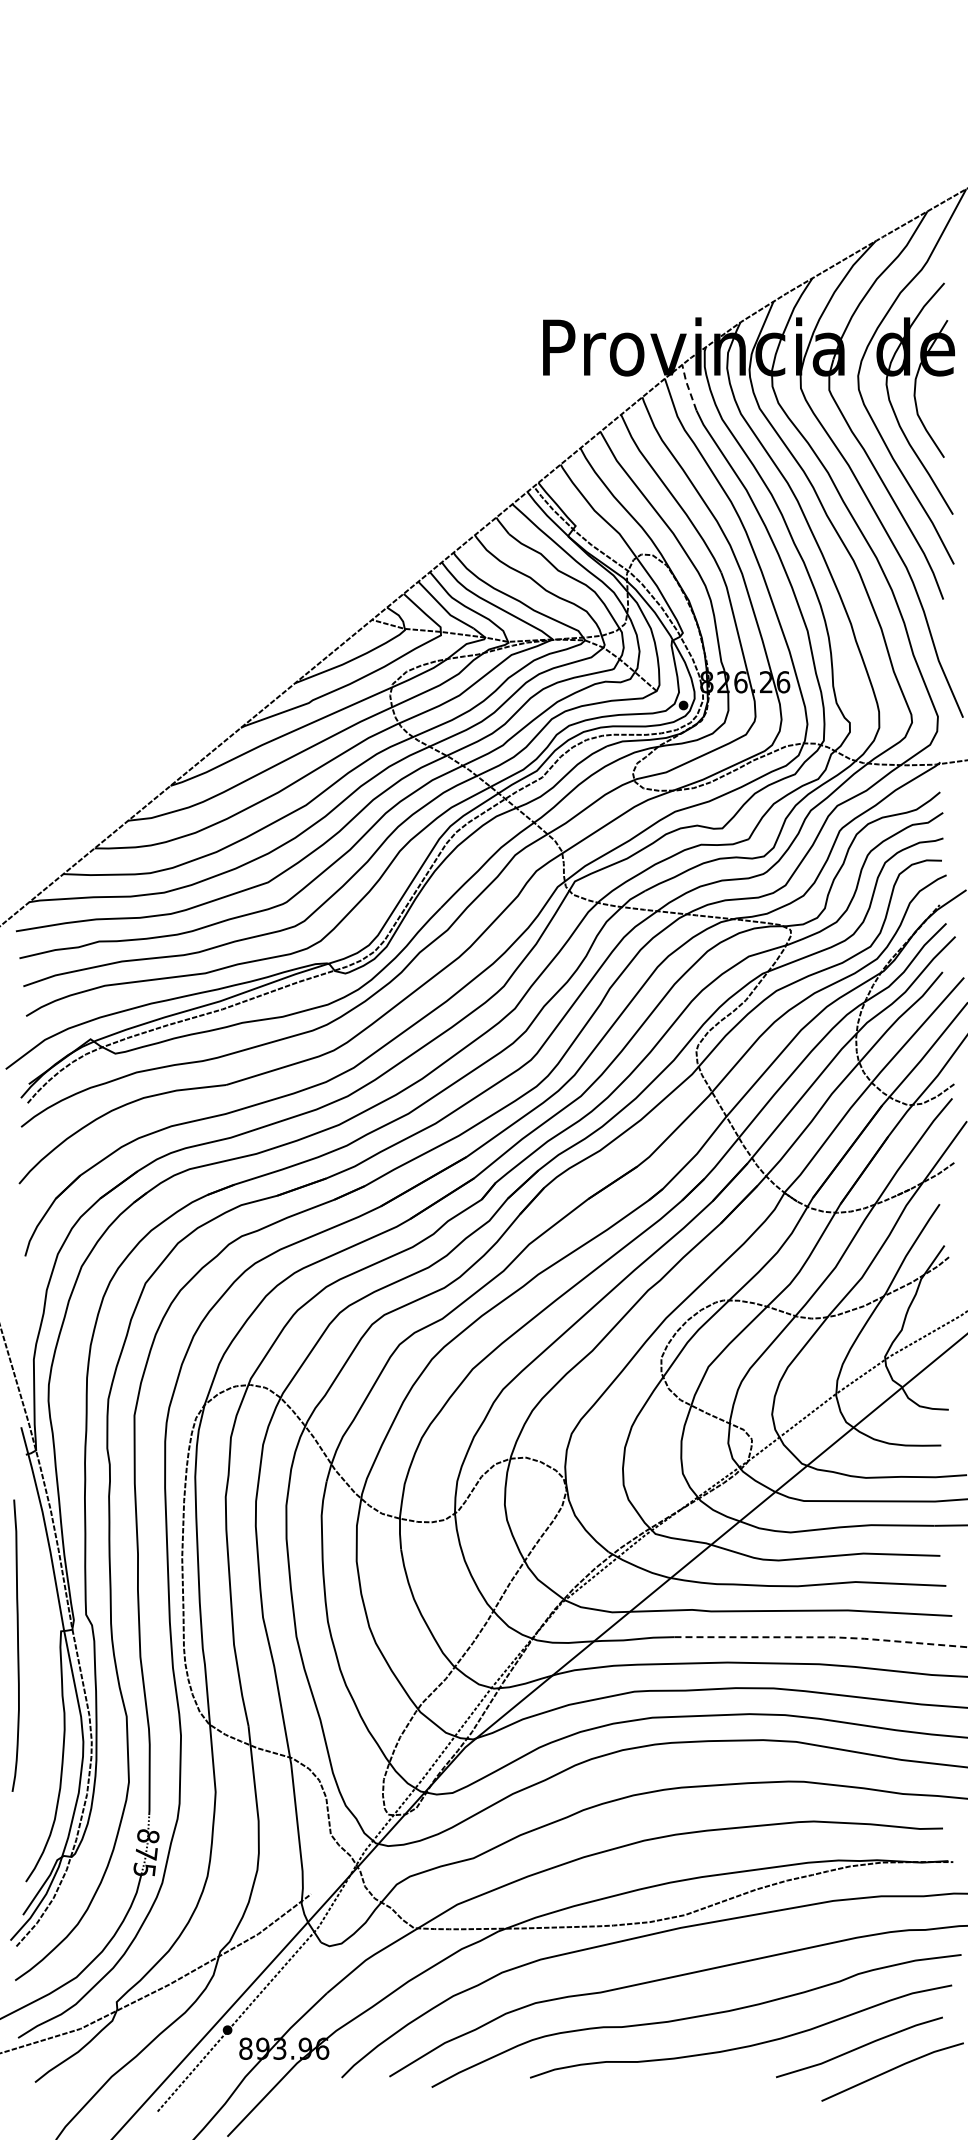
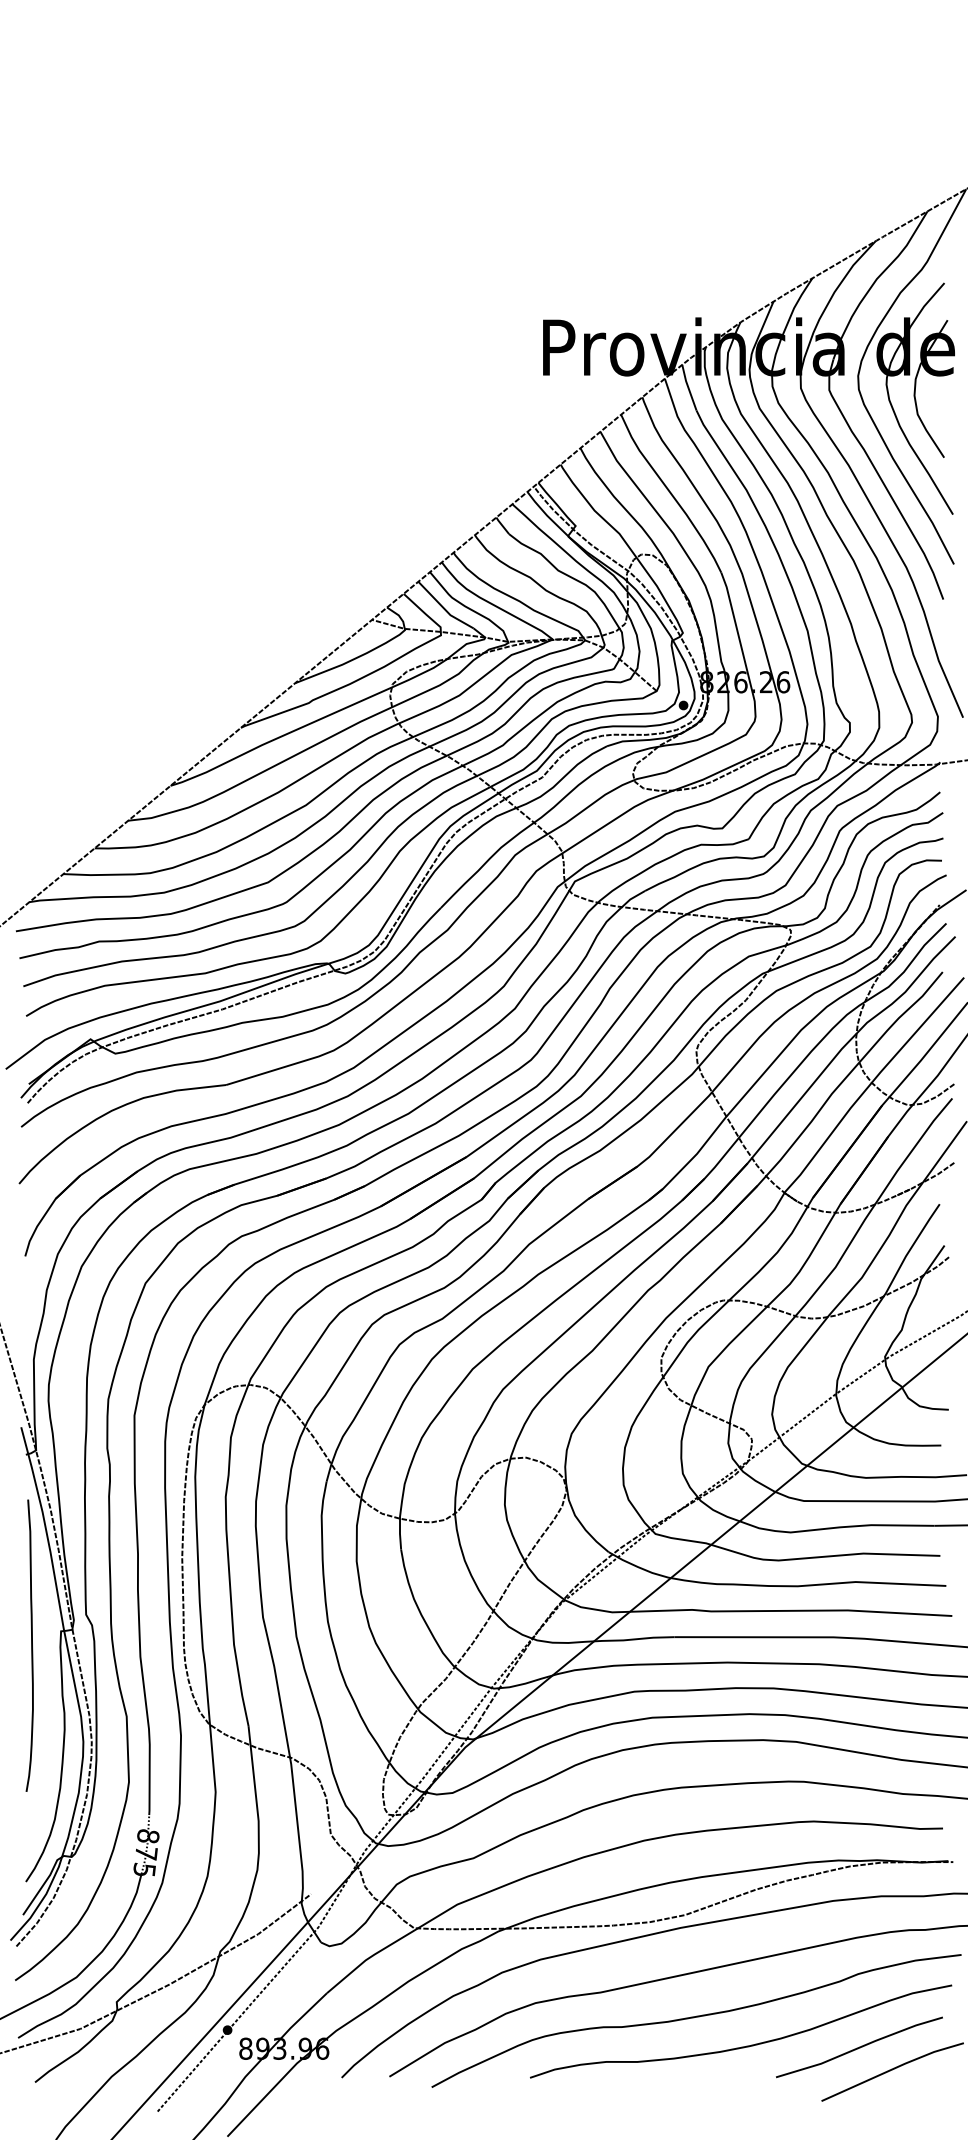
line at (688, 386): dashed -> solid
line at (822, 1637): dashed -> solid
curve at (17, 1645) position: (17, 1645) -> (31, 1645)
